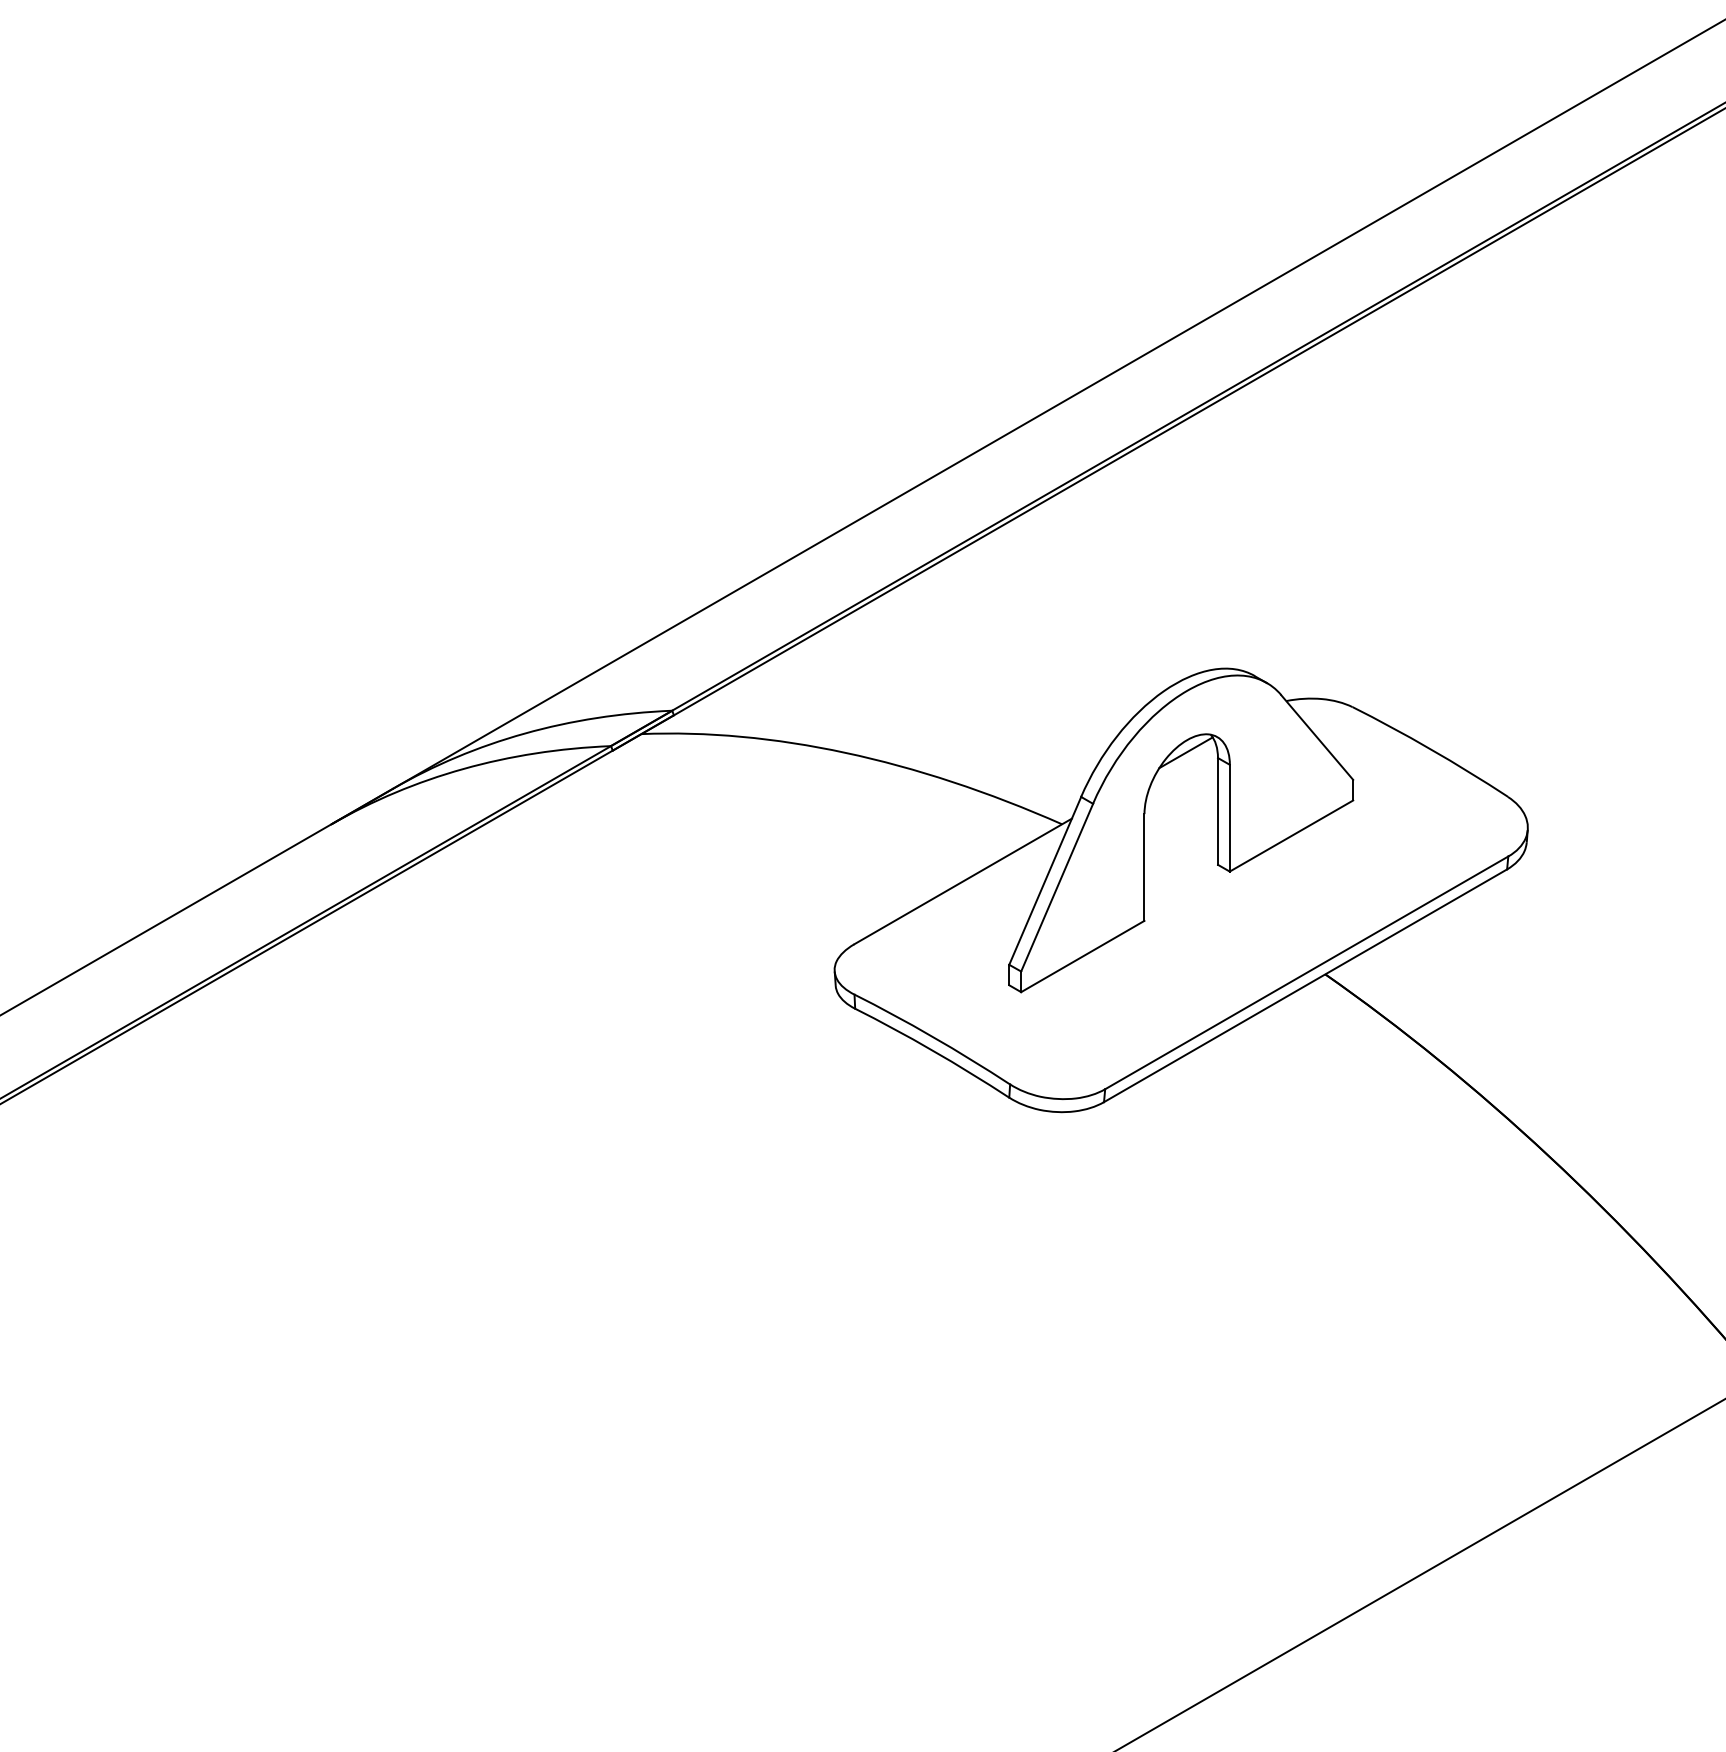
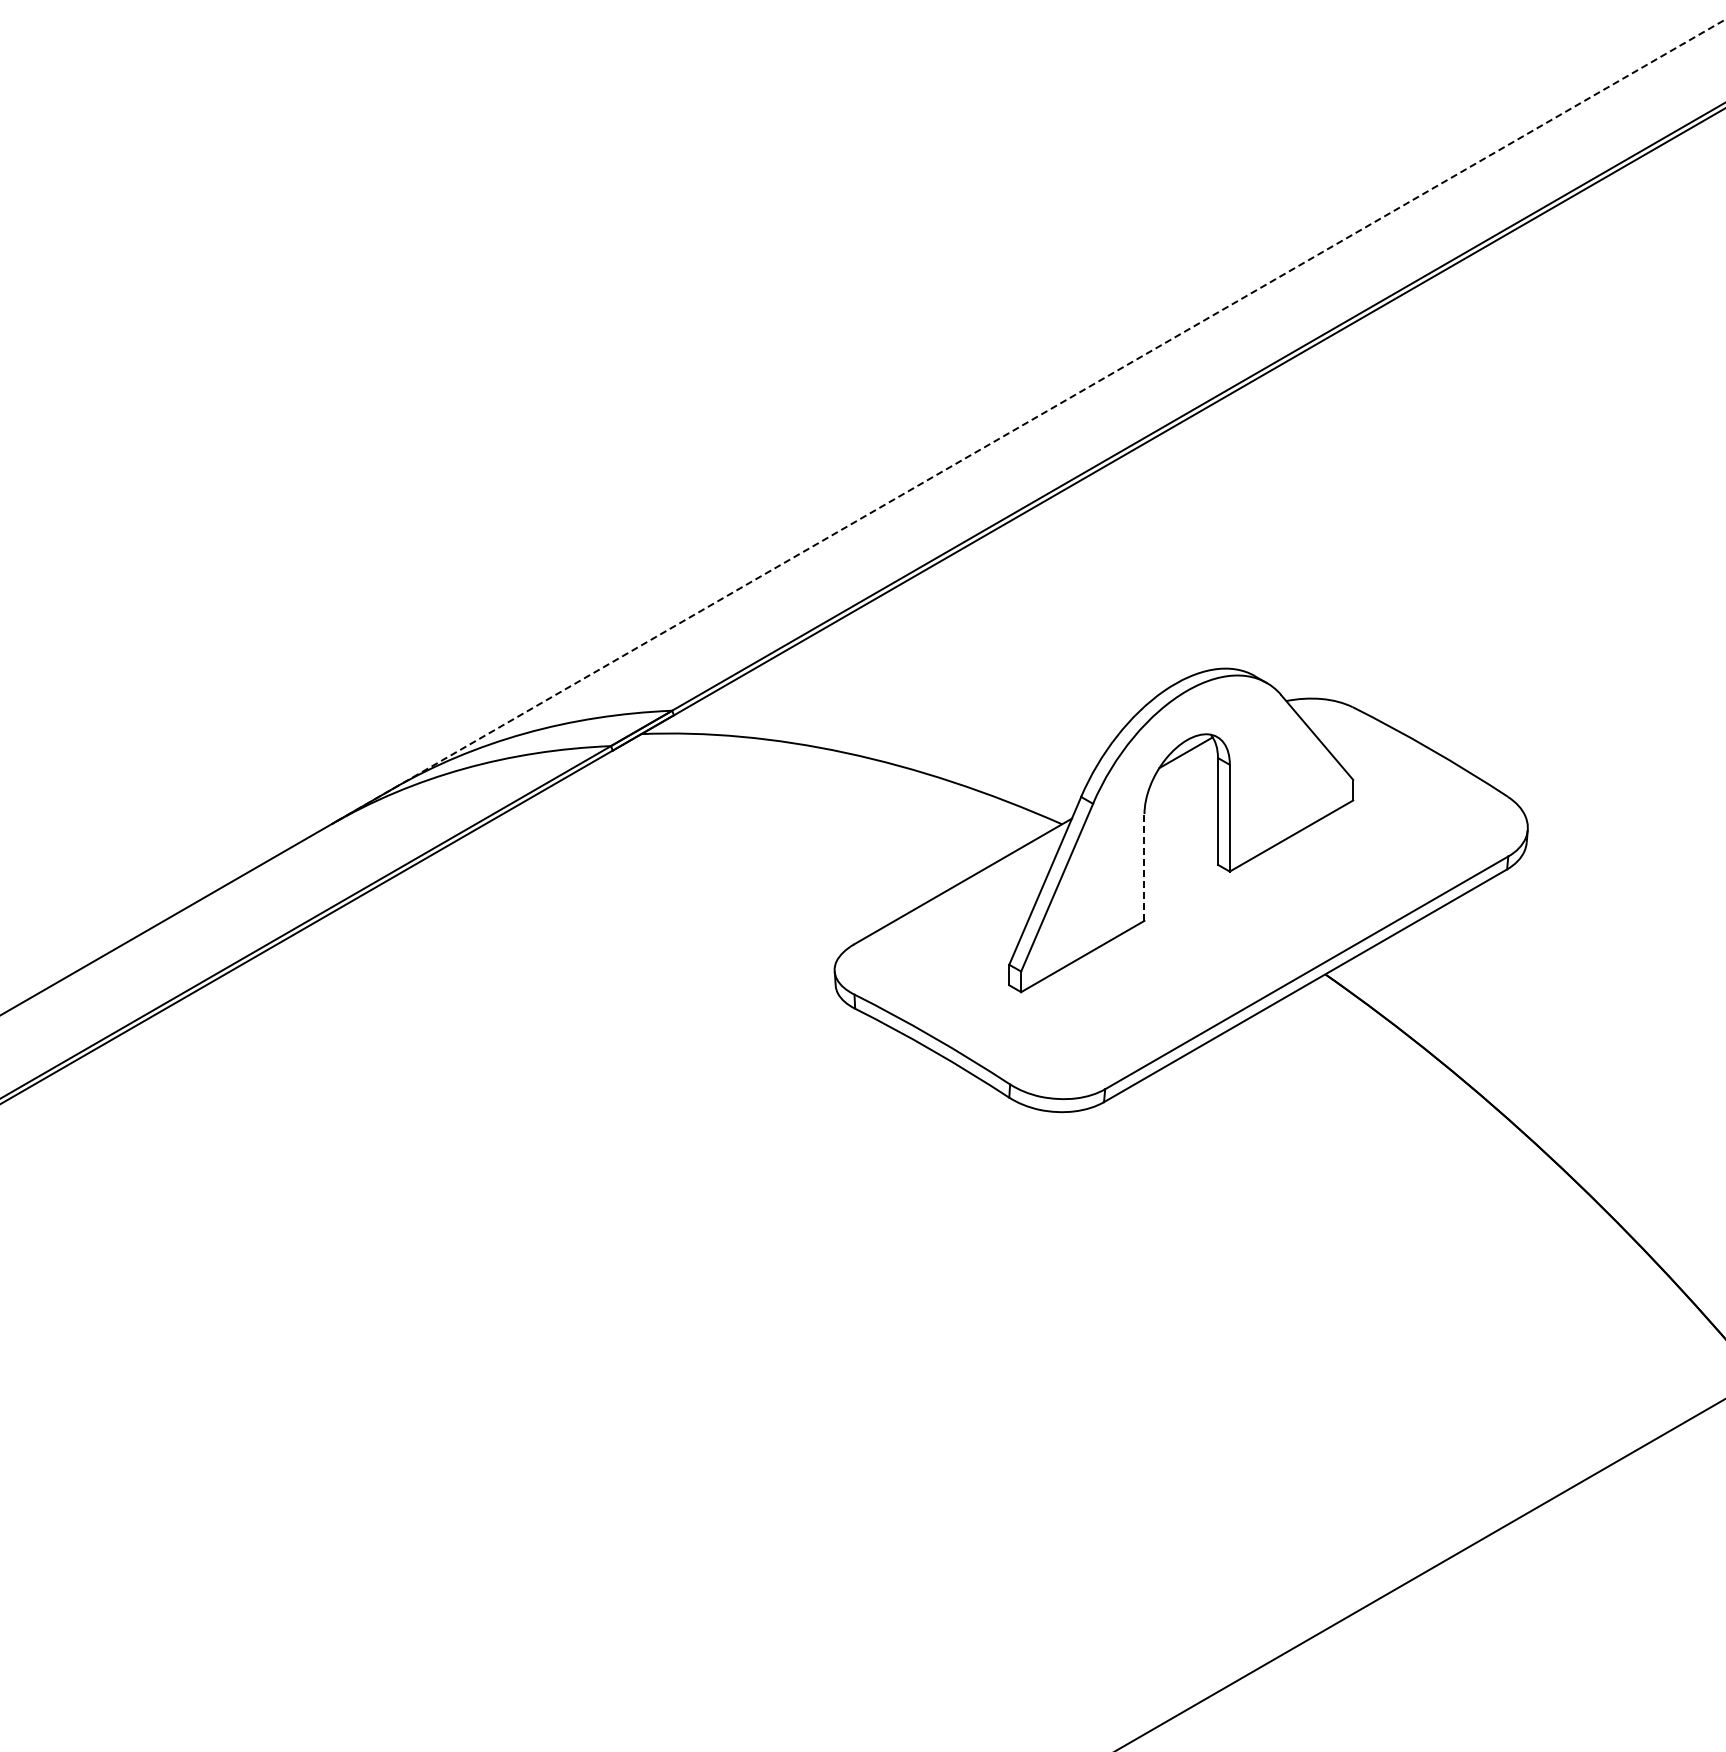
line at (1028, 421): solid -> dashed
line at (1144, 866): solid -> dashed
